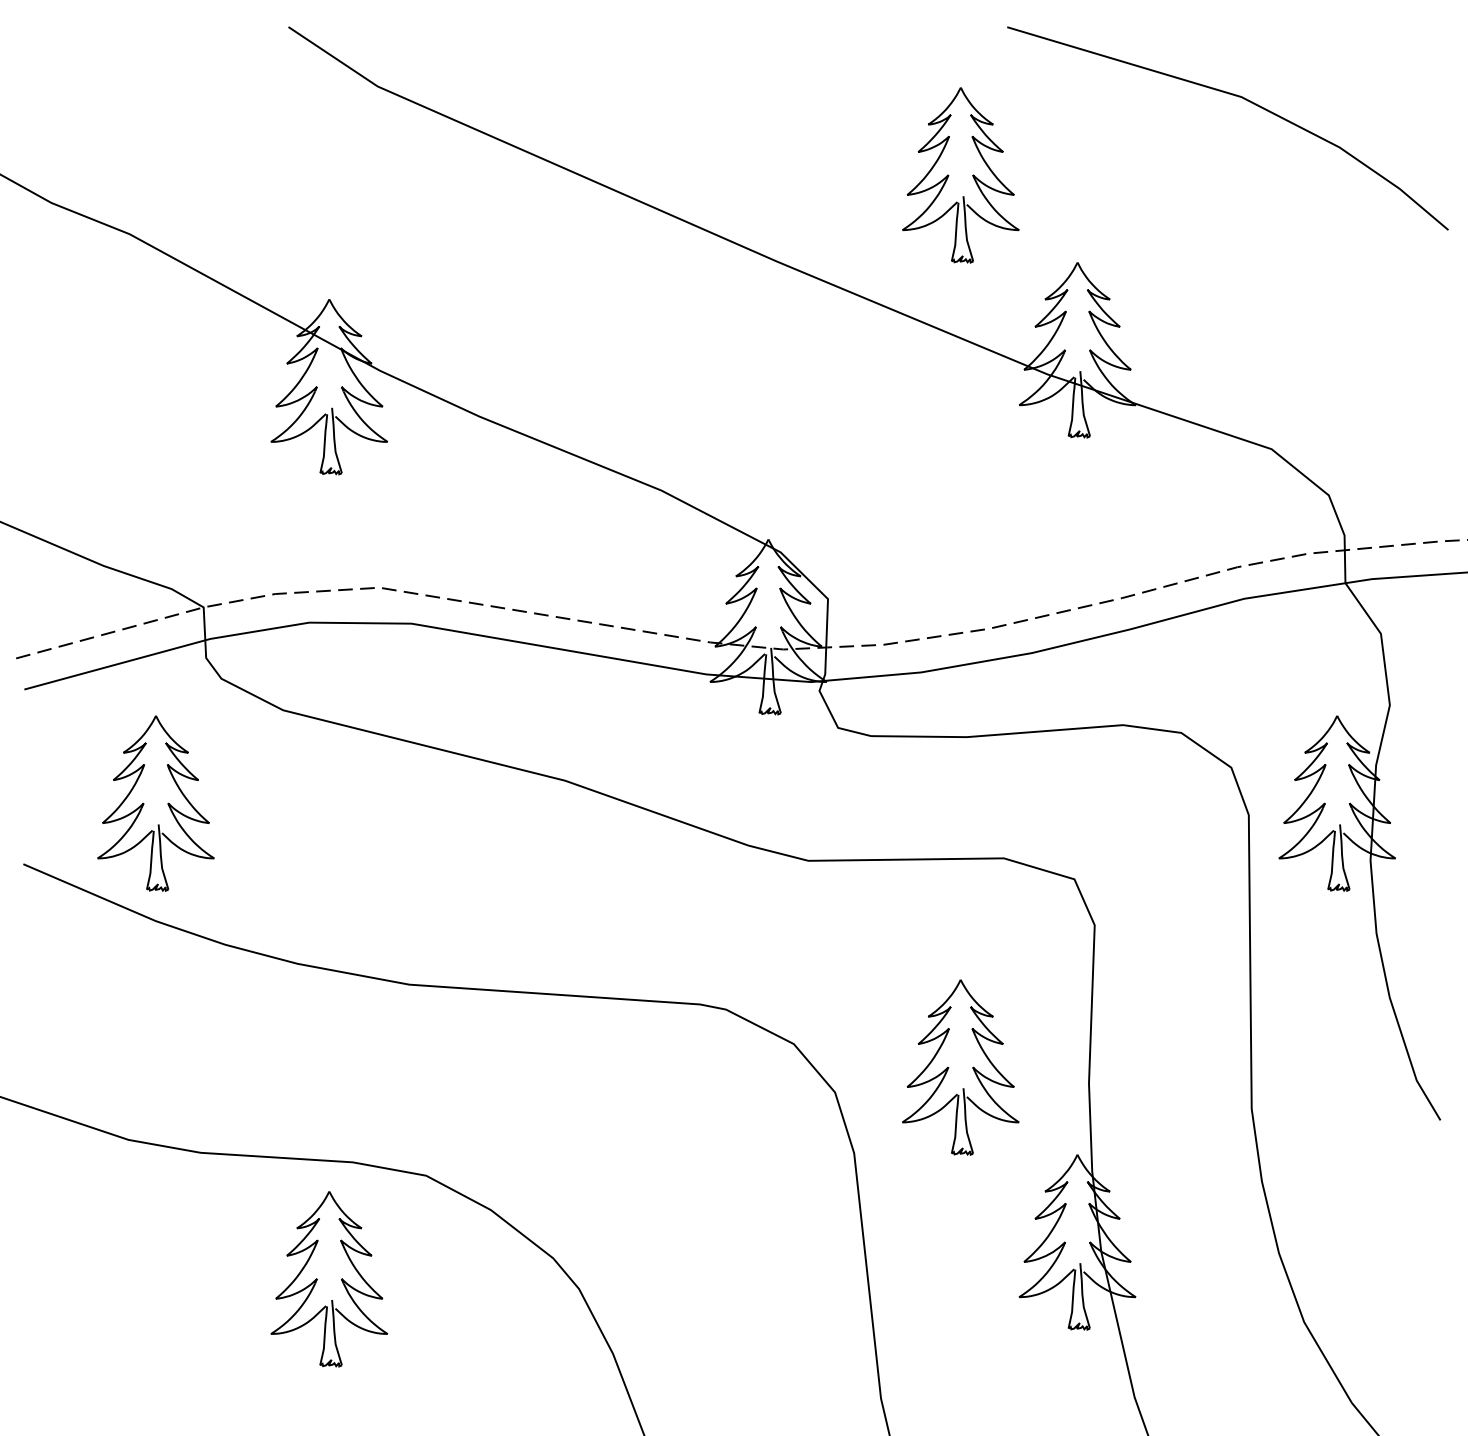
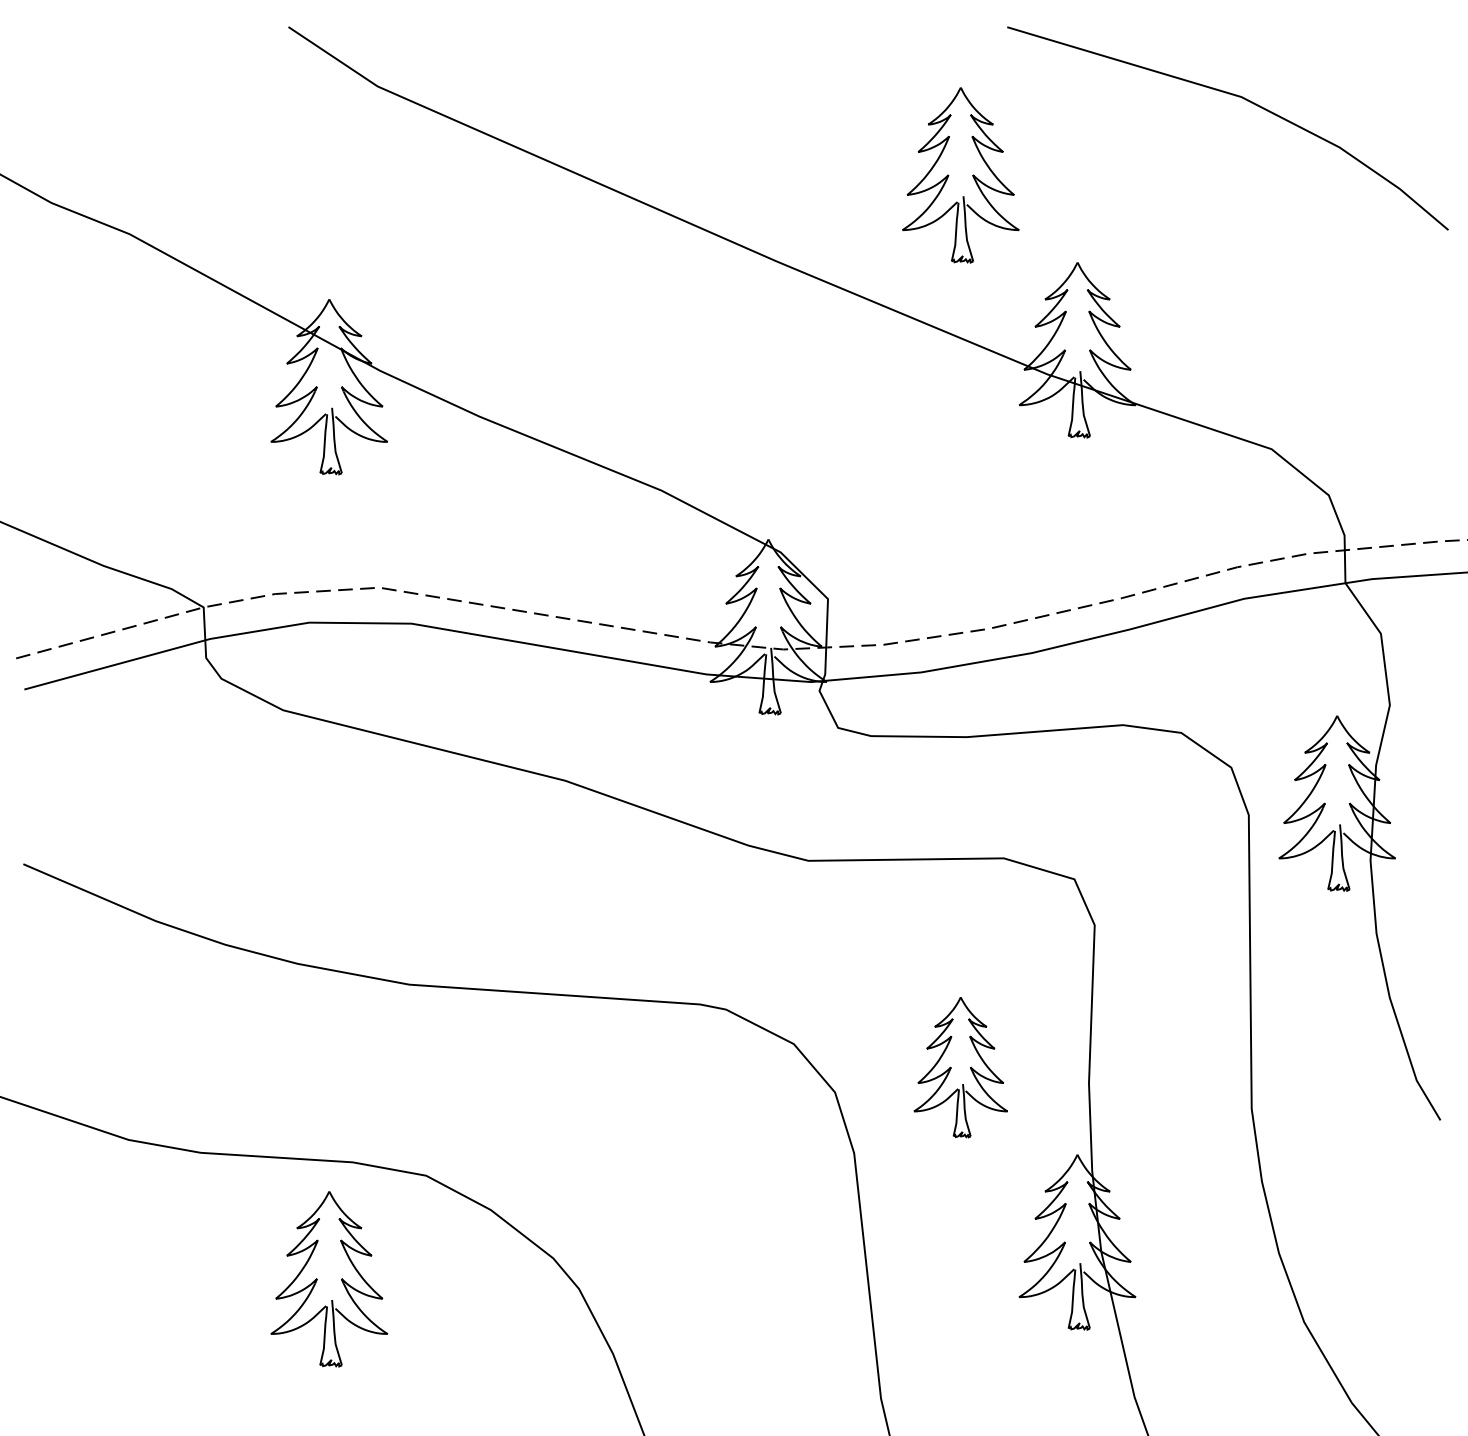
part at (155, 803): present -> none
part at (960, 1067) size: 118x177 px -> 95x142 px
